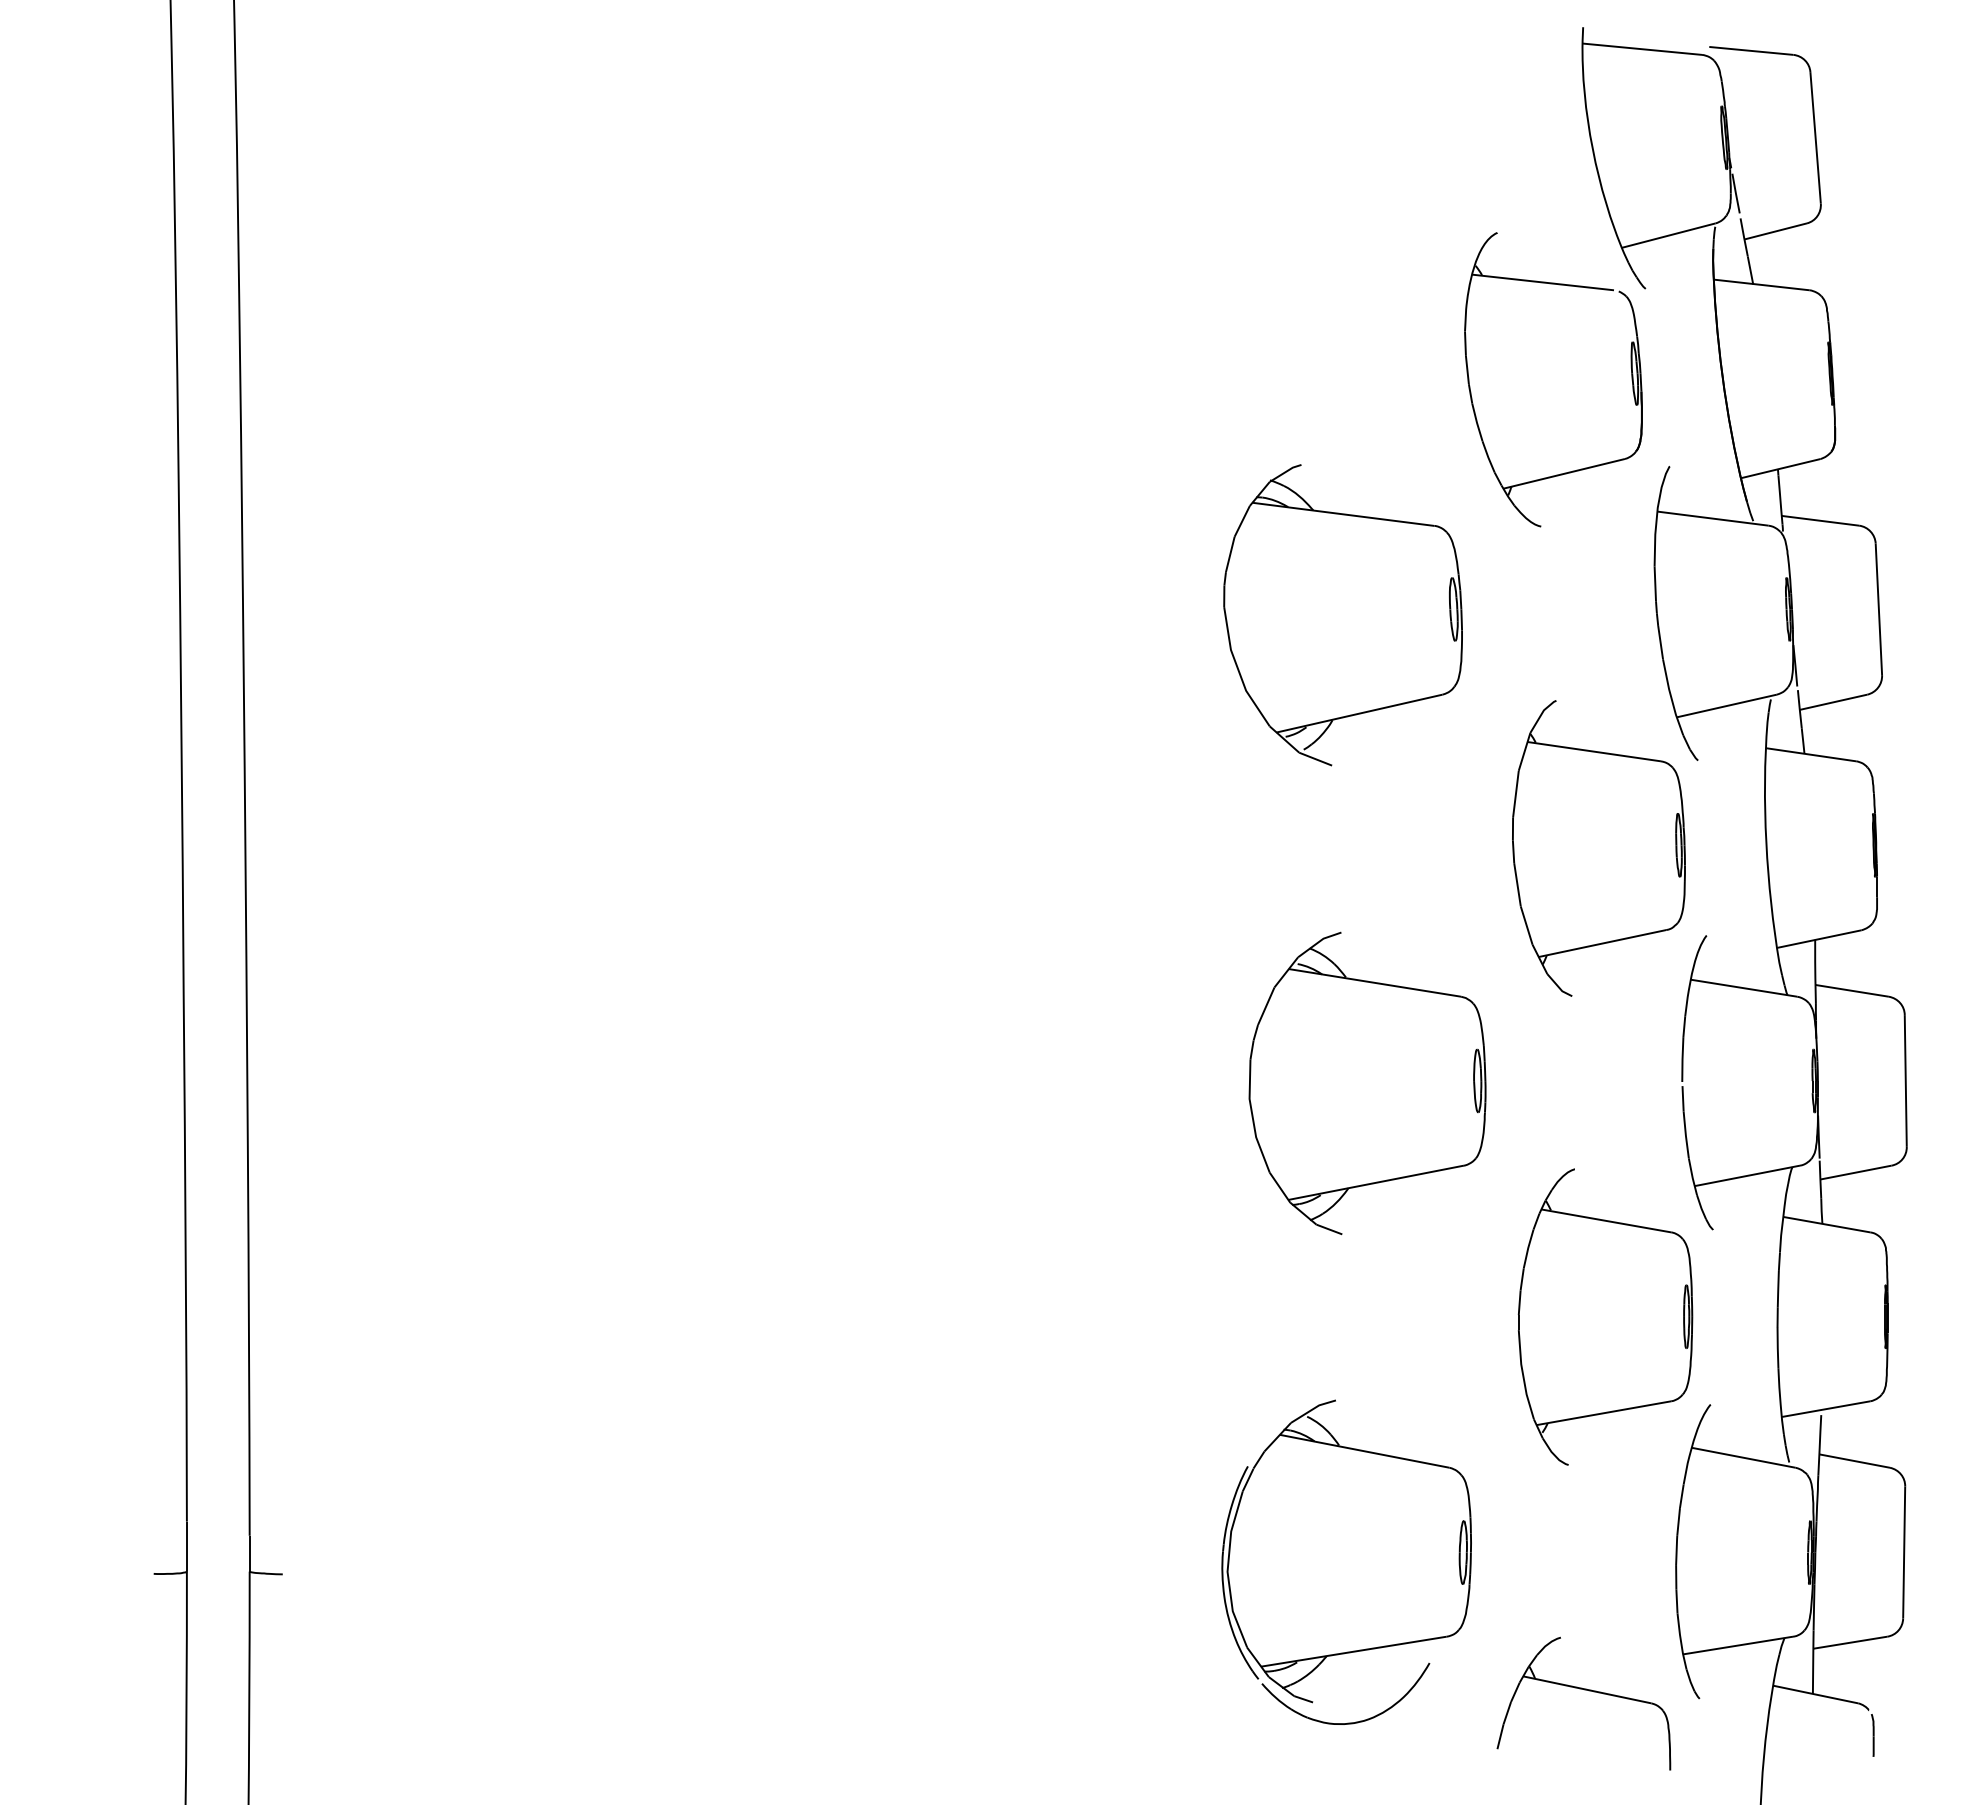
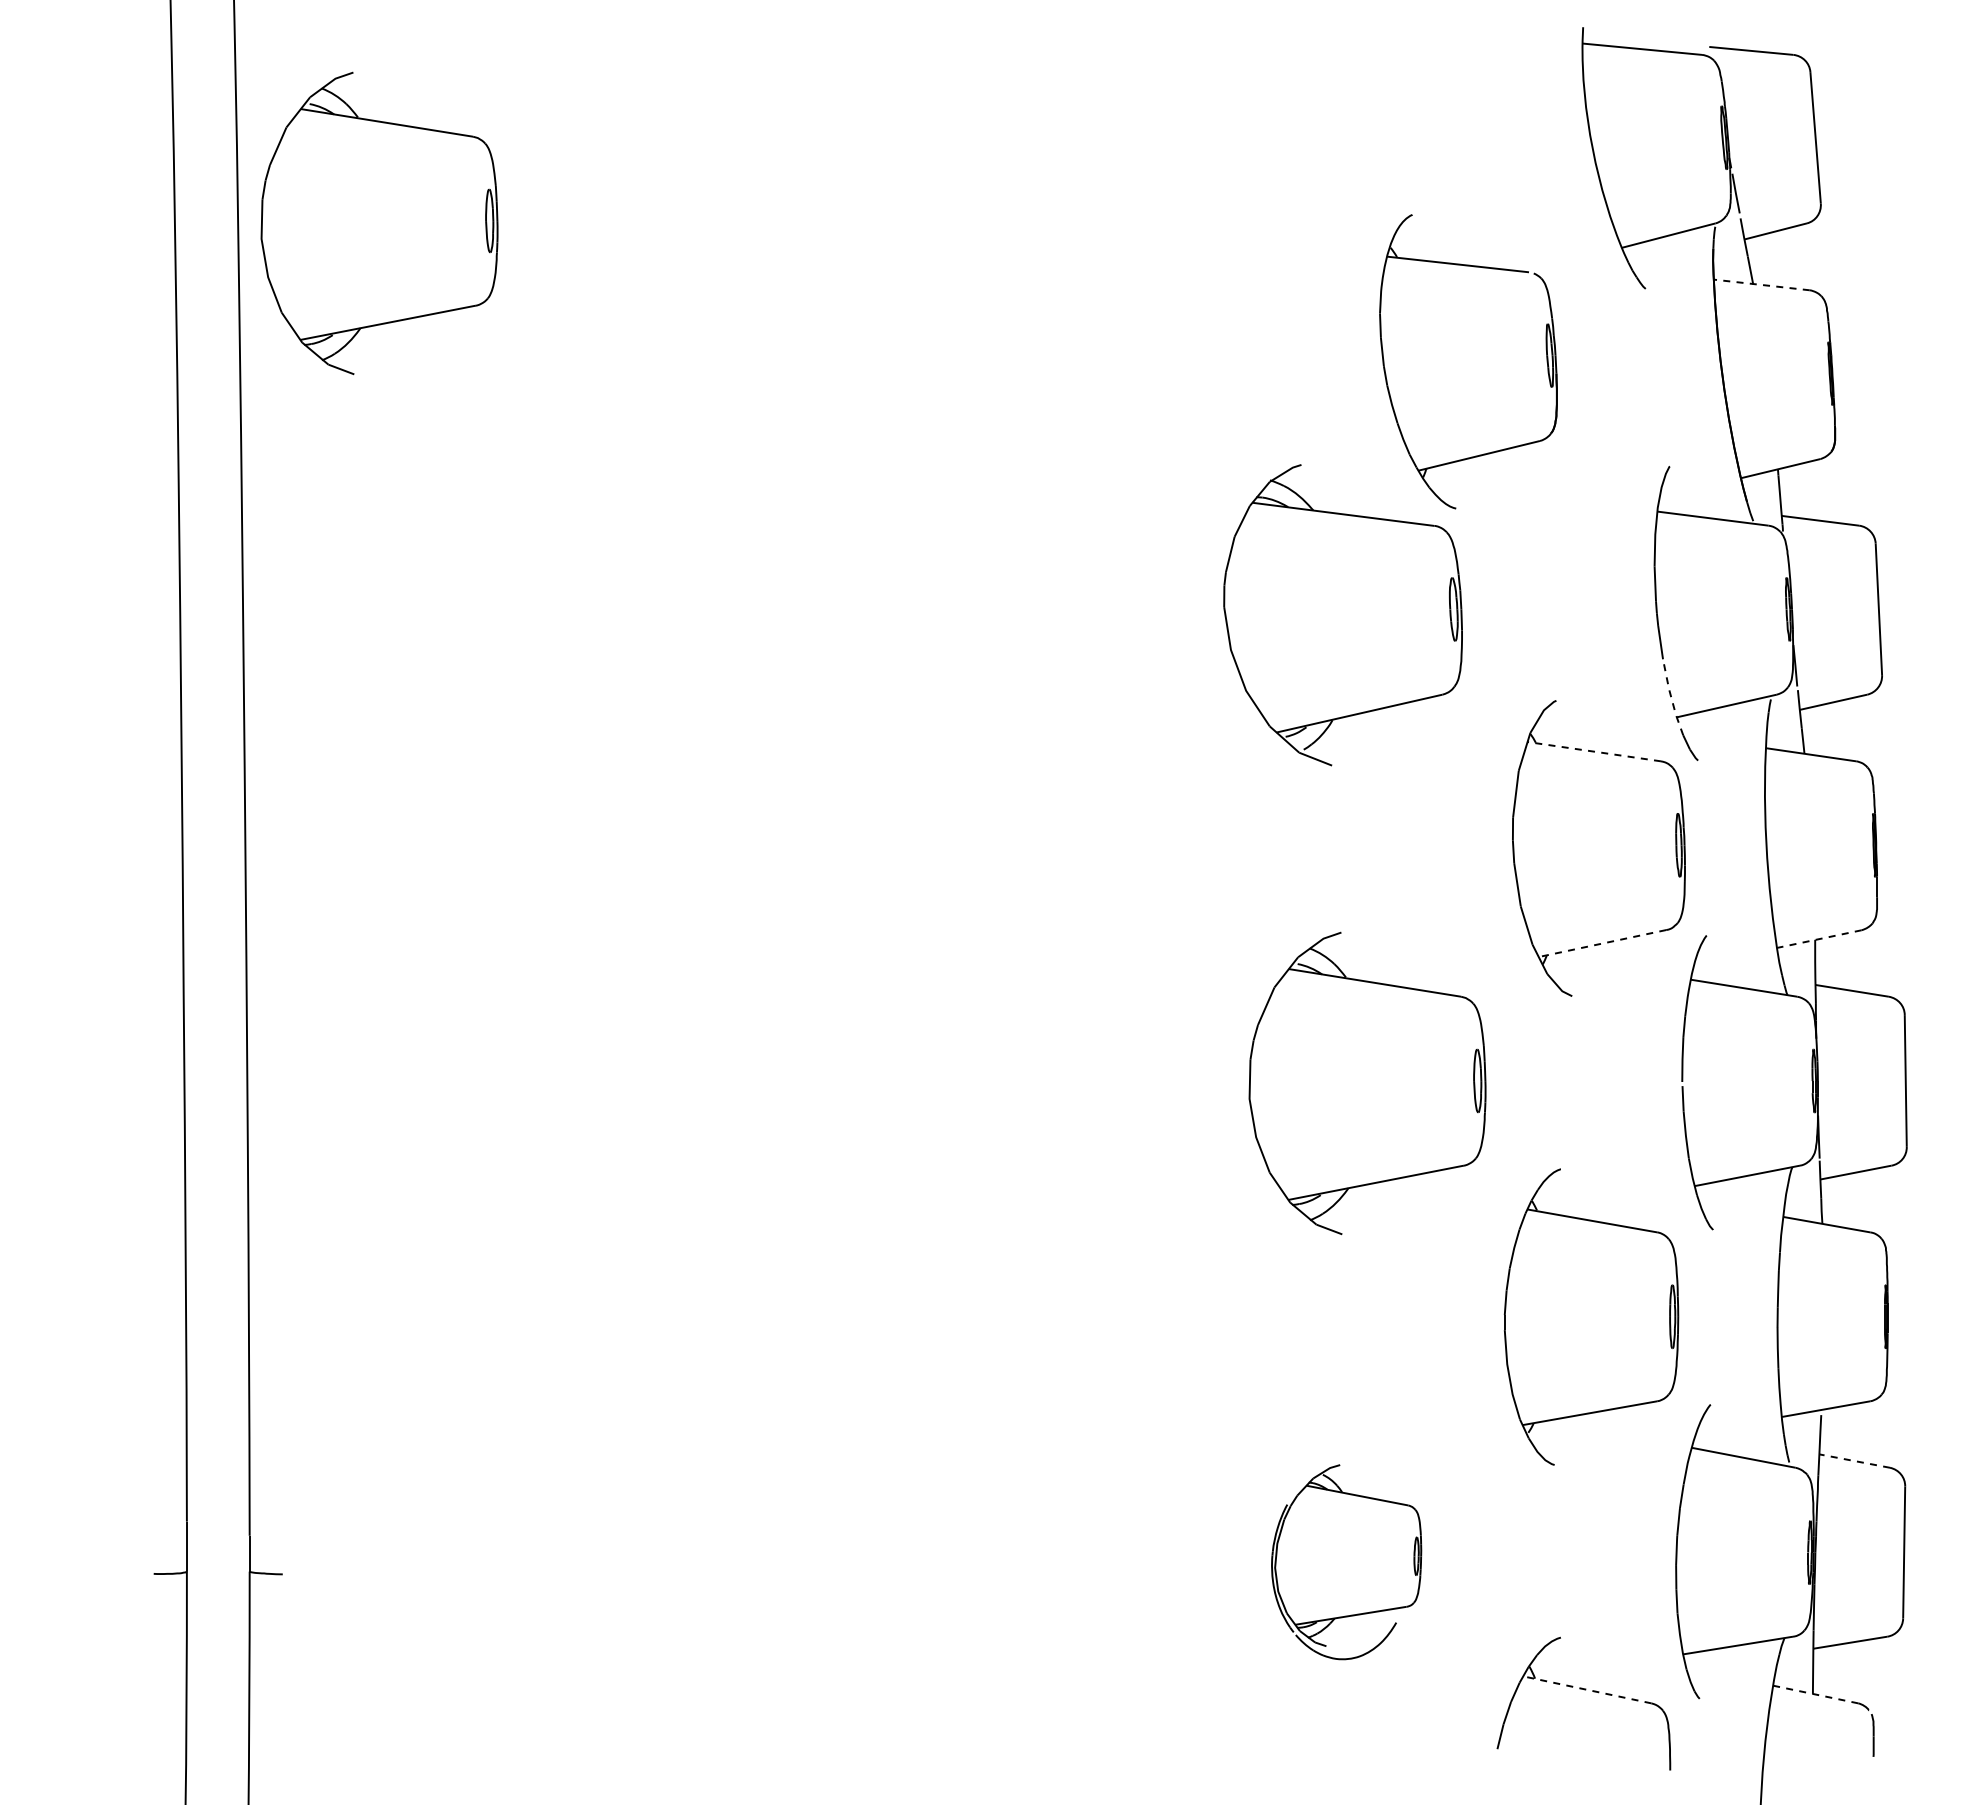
part at (379, 223): none -> present
line at (1761, 284): solid -> dashed
part at (1630, 367) position: (1630, 367) -> (1545, 349)
line at (1671, 697): solid -> dashed
line at (1593, 751): solid -> dashed
line at (1818, 939): solid -> dashed
line at (1601, 943): solid -> dashed
part at (1605, 1316) position: (1605, 1316) -> (1591, 1316)
line at (1854, 1460): solid -> dashed
part at (1346, 1561) size: 251x326 px -> 152x197 px
line at (1586, 1689): solid -> dashed
line at (1815, 1694): solid -> dashed
